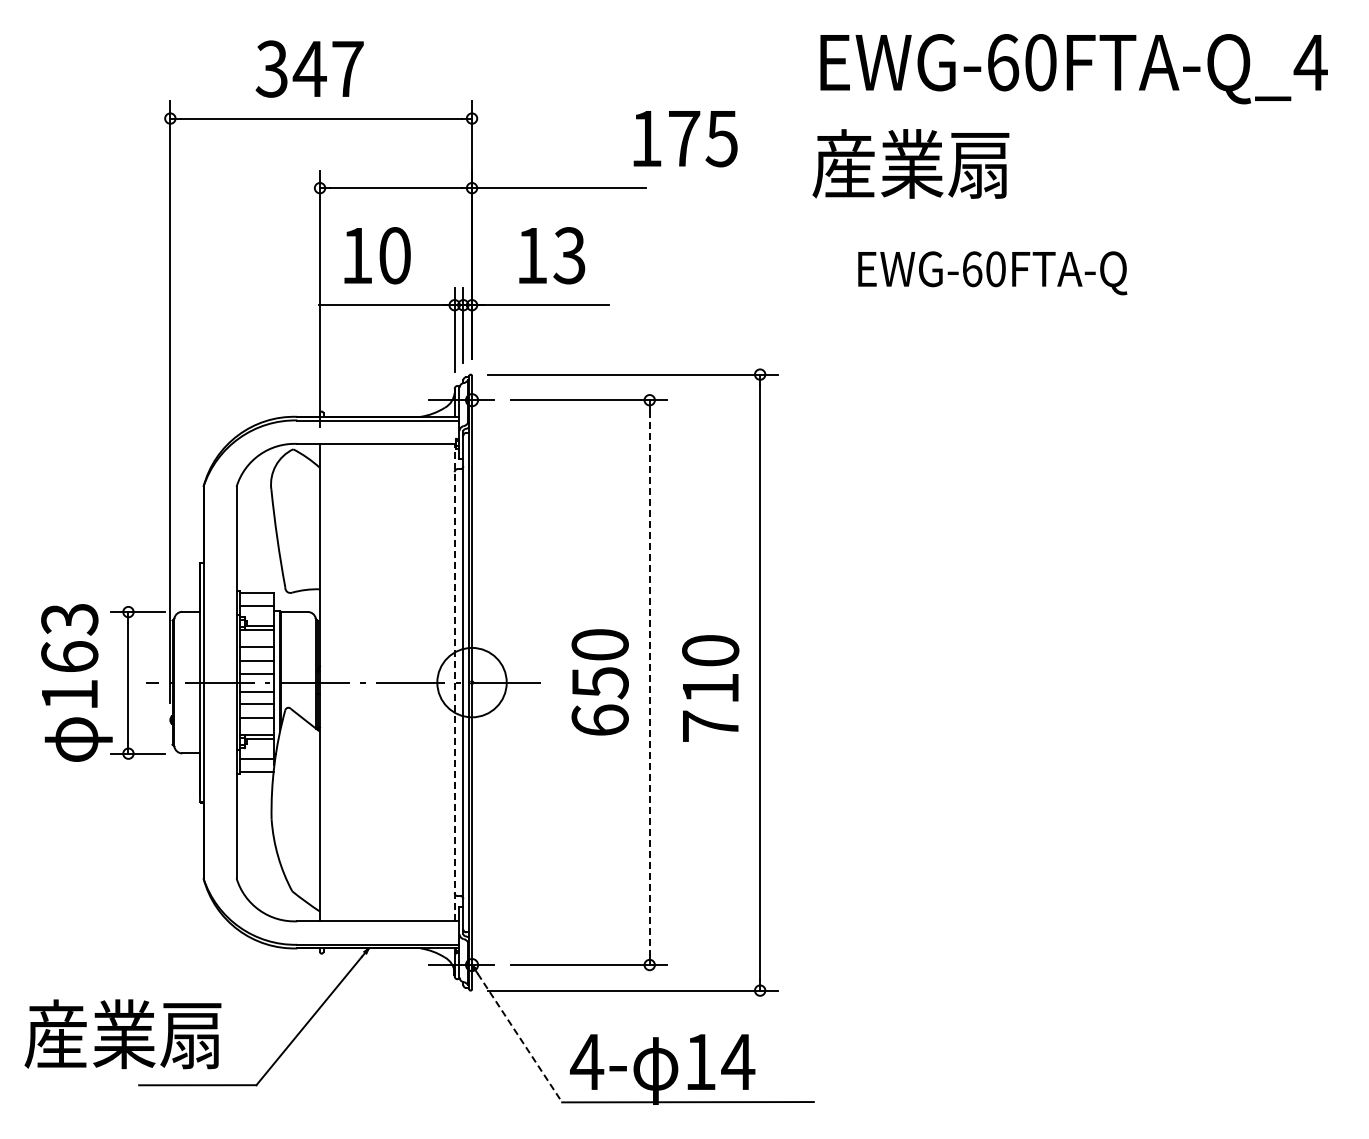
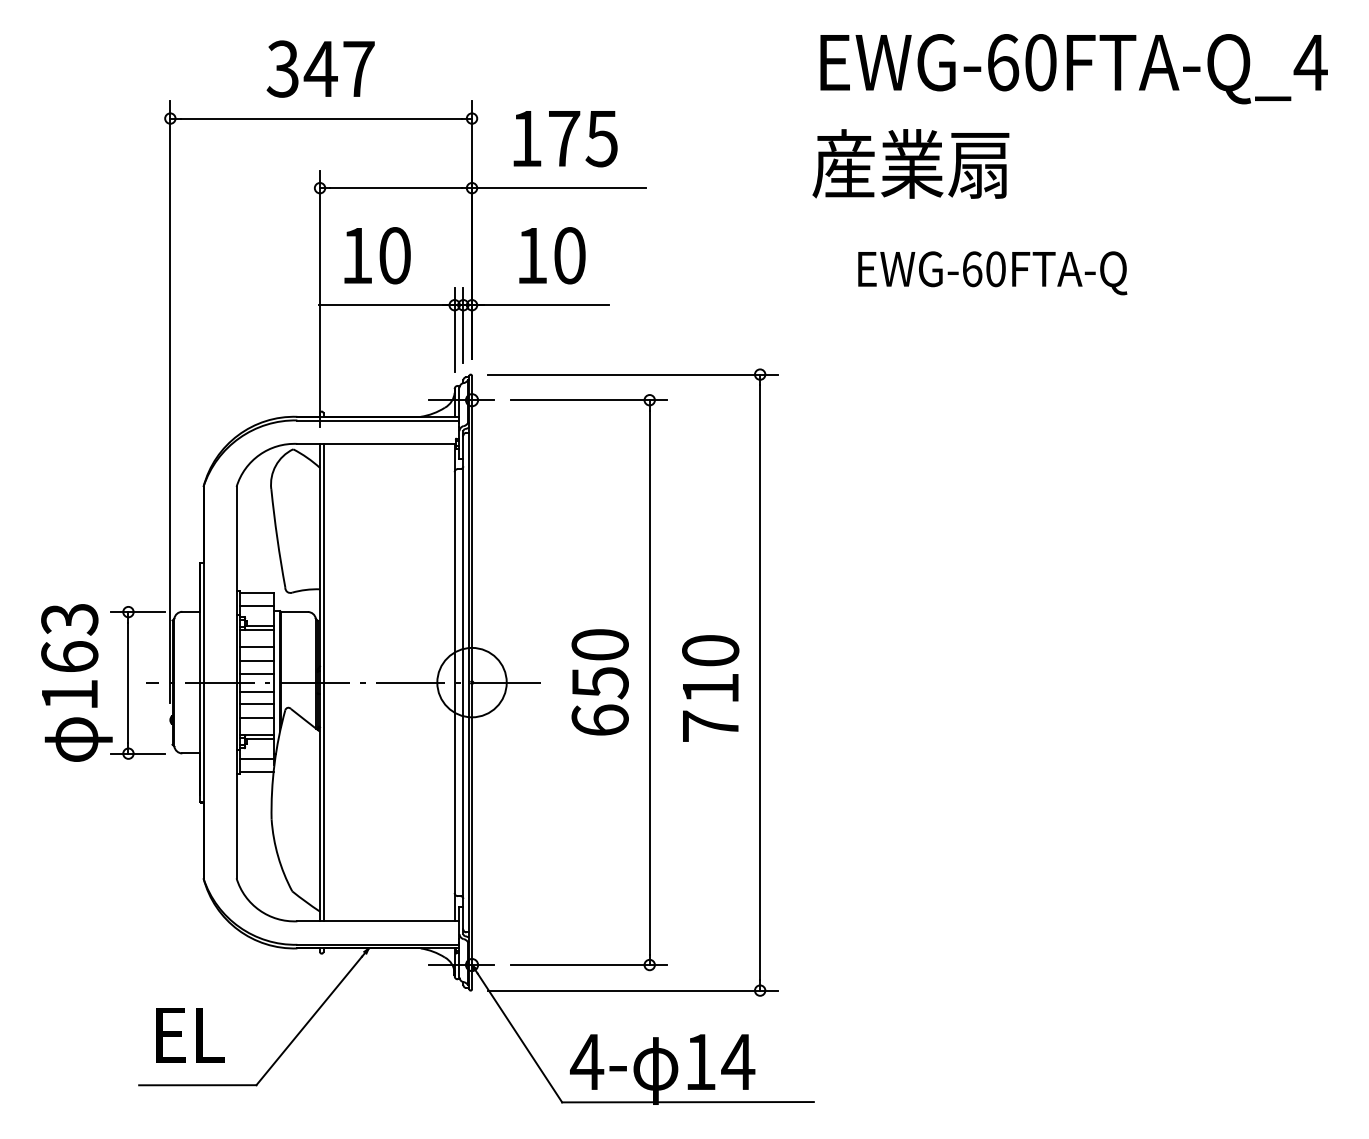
text at (309, 68) position: (309, 68) -> (320, 68)
text at (685, 139) position: (685, 139) -> (565, 139)
text at (569, 255): 13 -> 10
line at (323, 682): none -> present
line at (454, 682): dashed -> solid
line at (649, 682): dashed -> solid
text at (124, 1034): 産業扇 -> EL
line at (519, 1038): dashed -> solid
